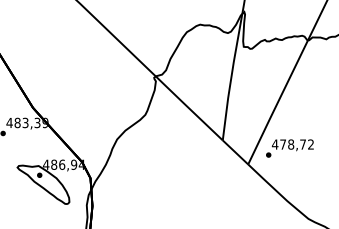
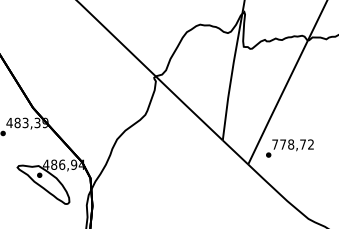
text at (274, 144): 478,72 -> 778,72
